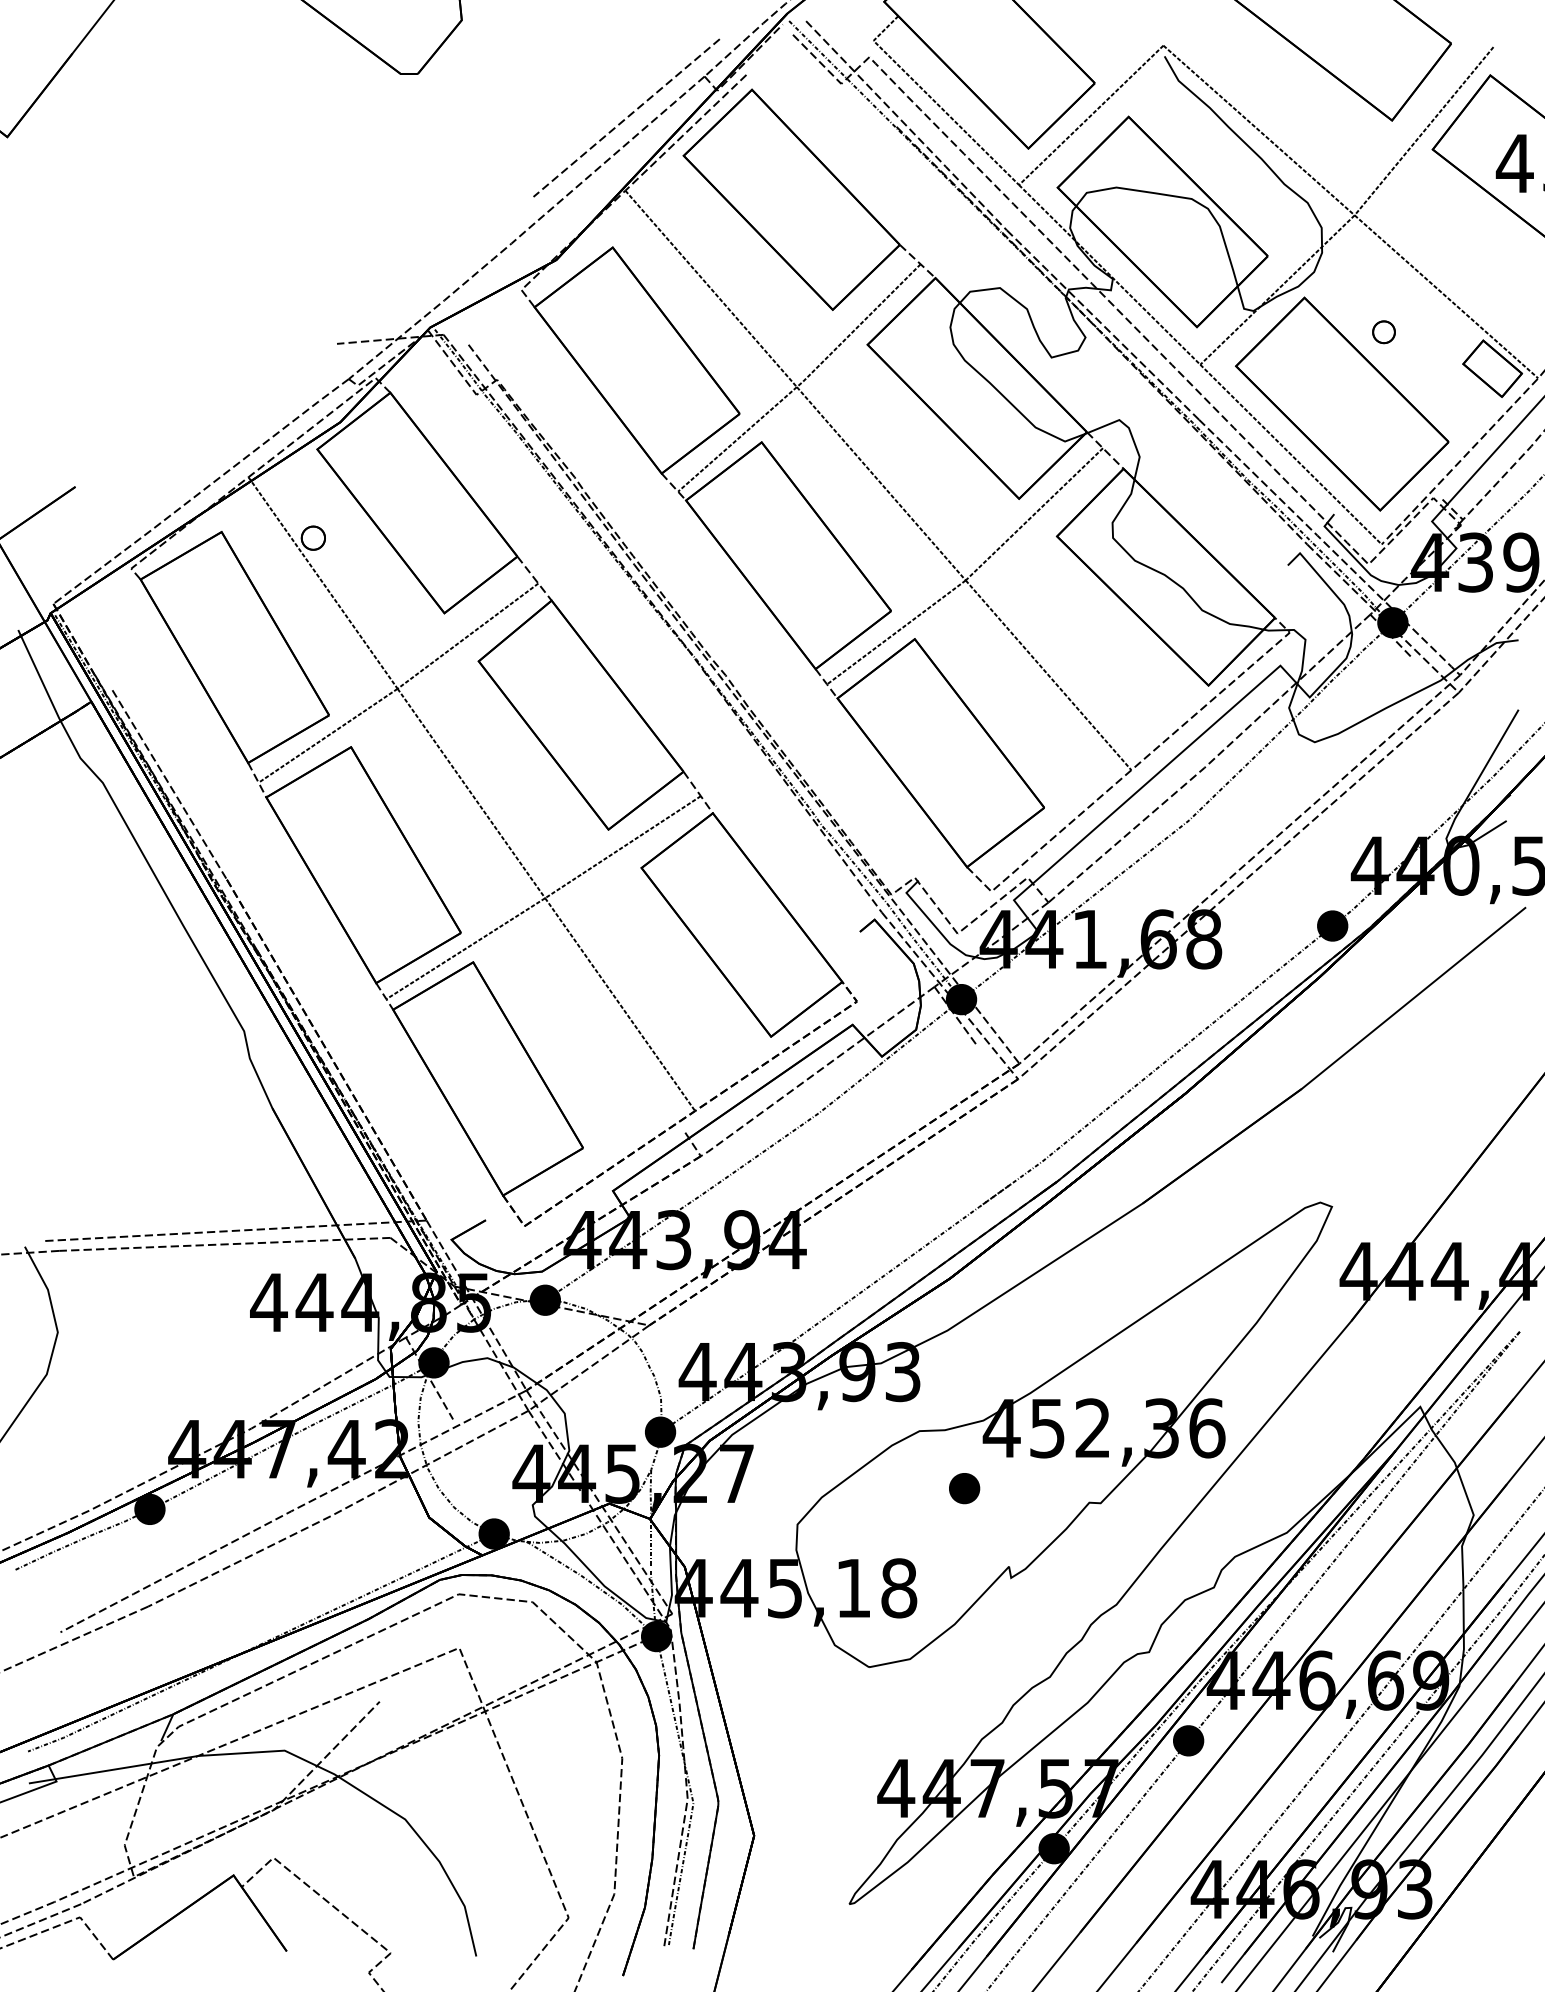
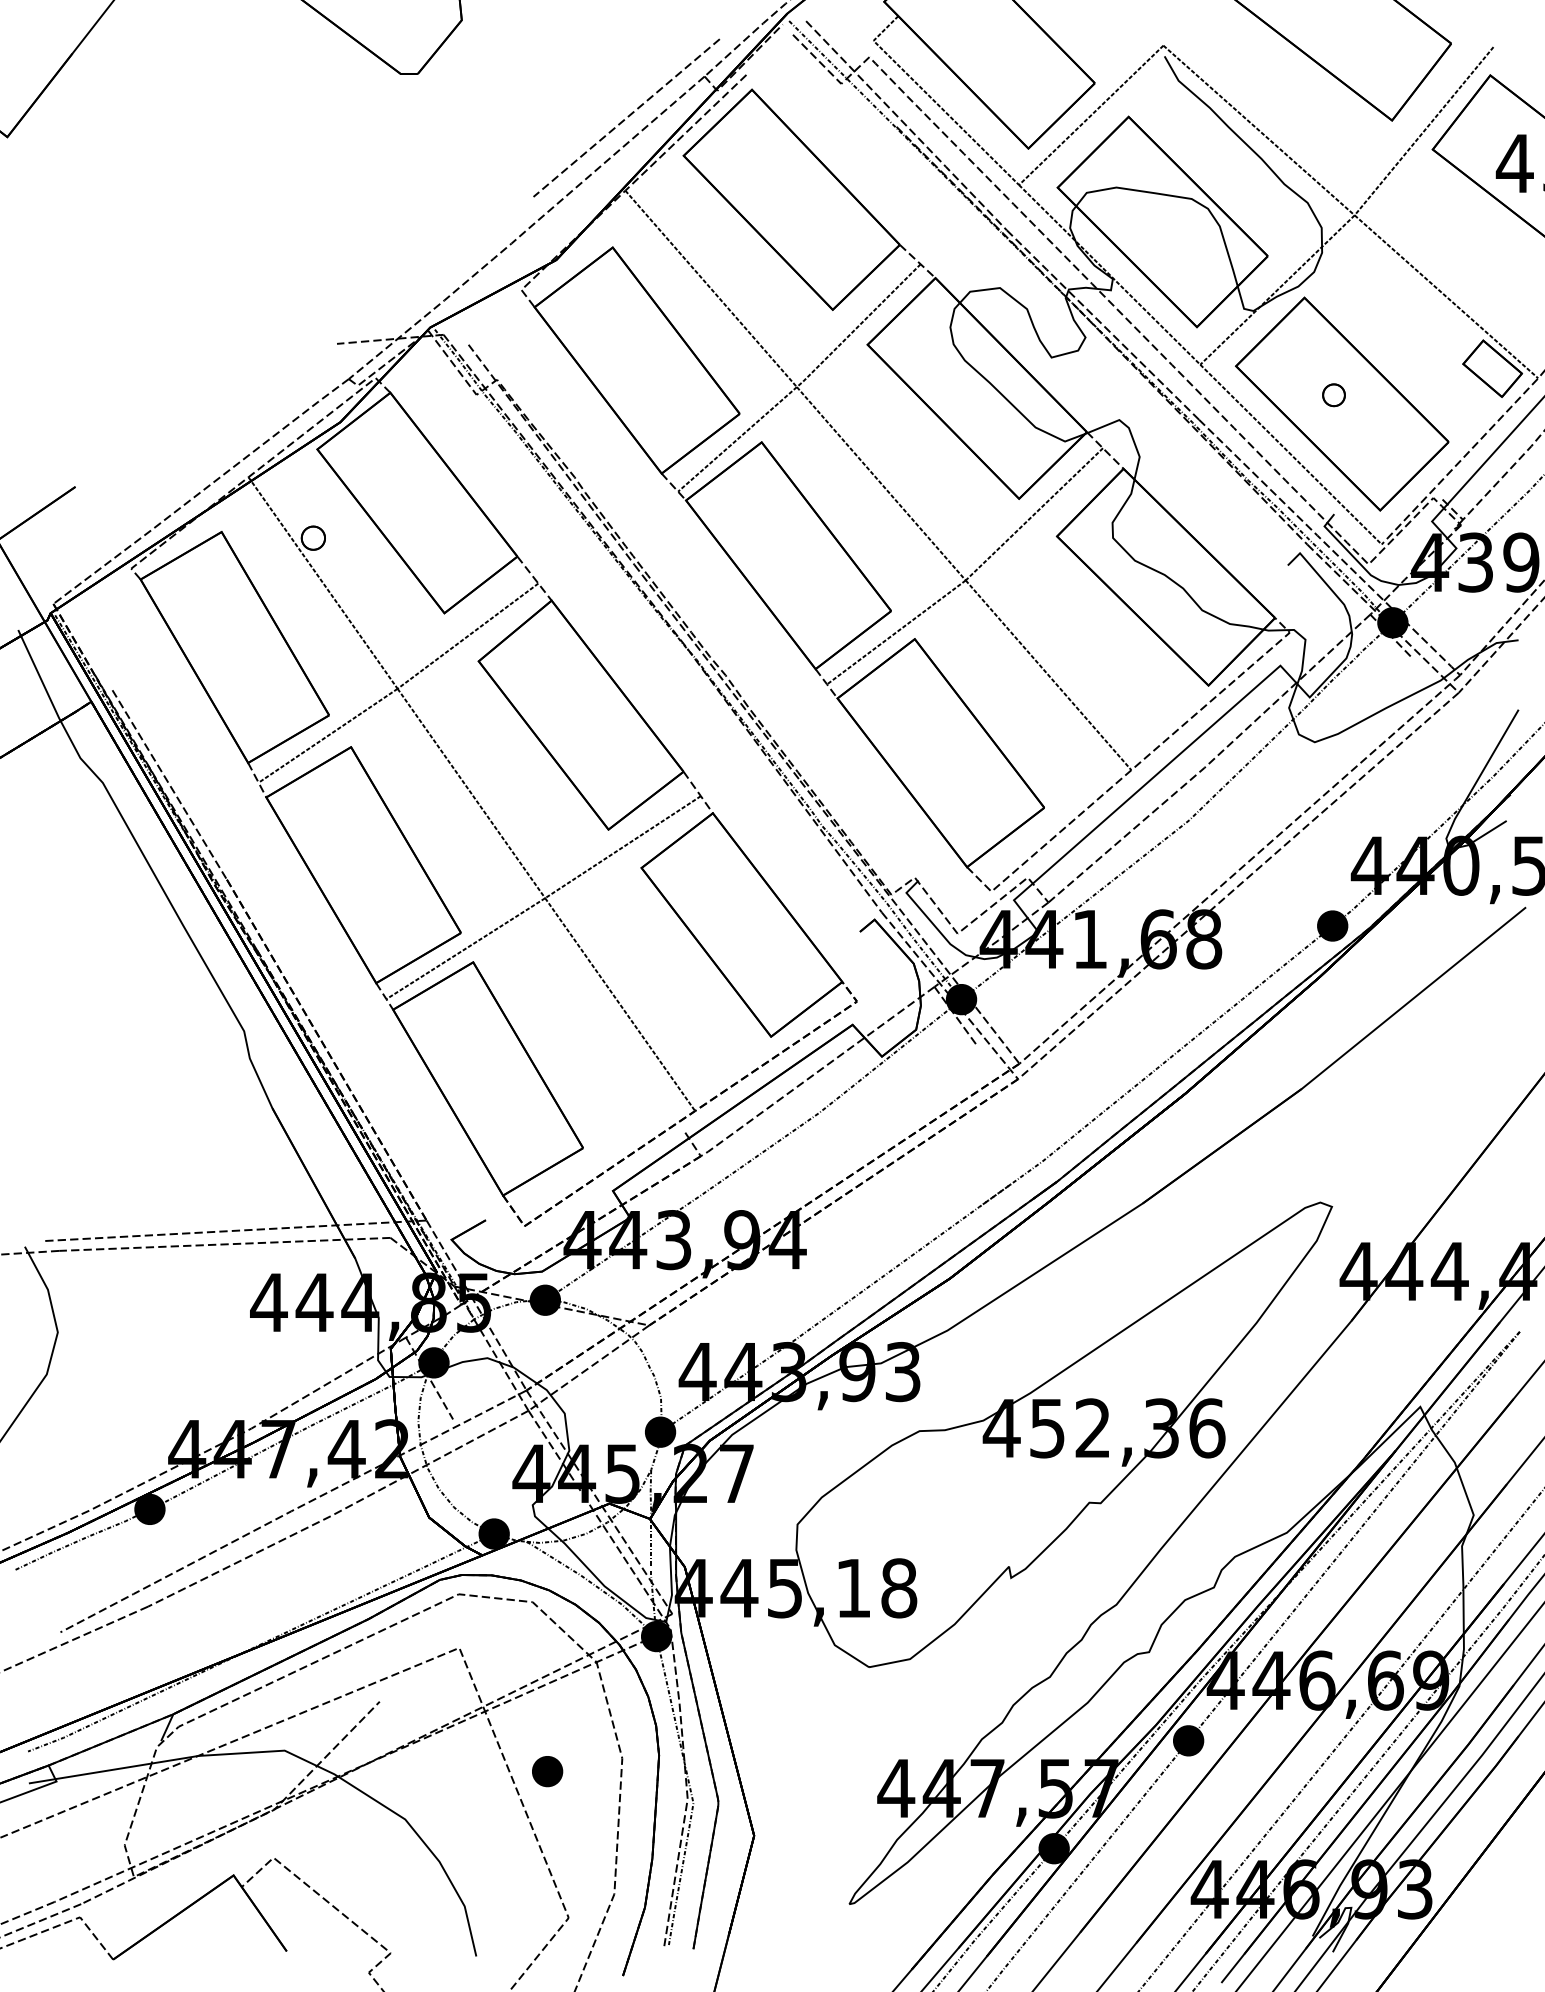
part at (1383, 332) position: (1383, 332) -> (1333, 395)
part at (964, 1488) position: (964, 1488) -> (547, 1771)
